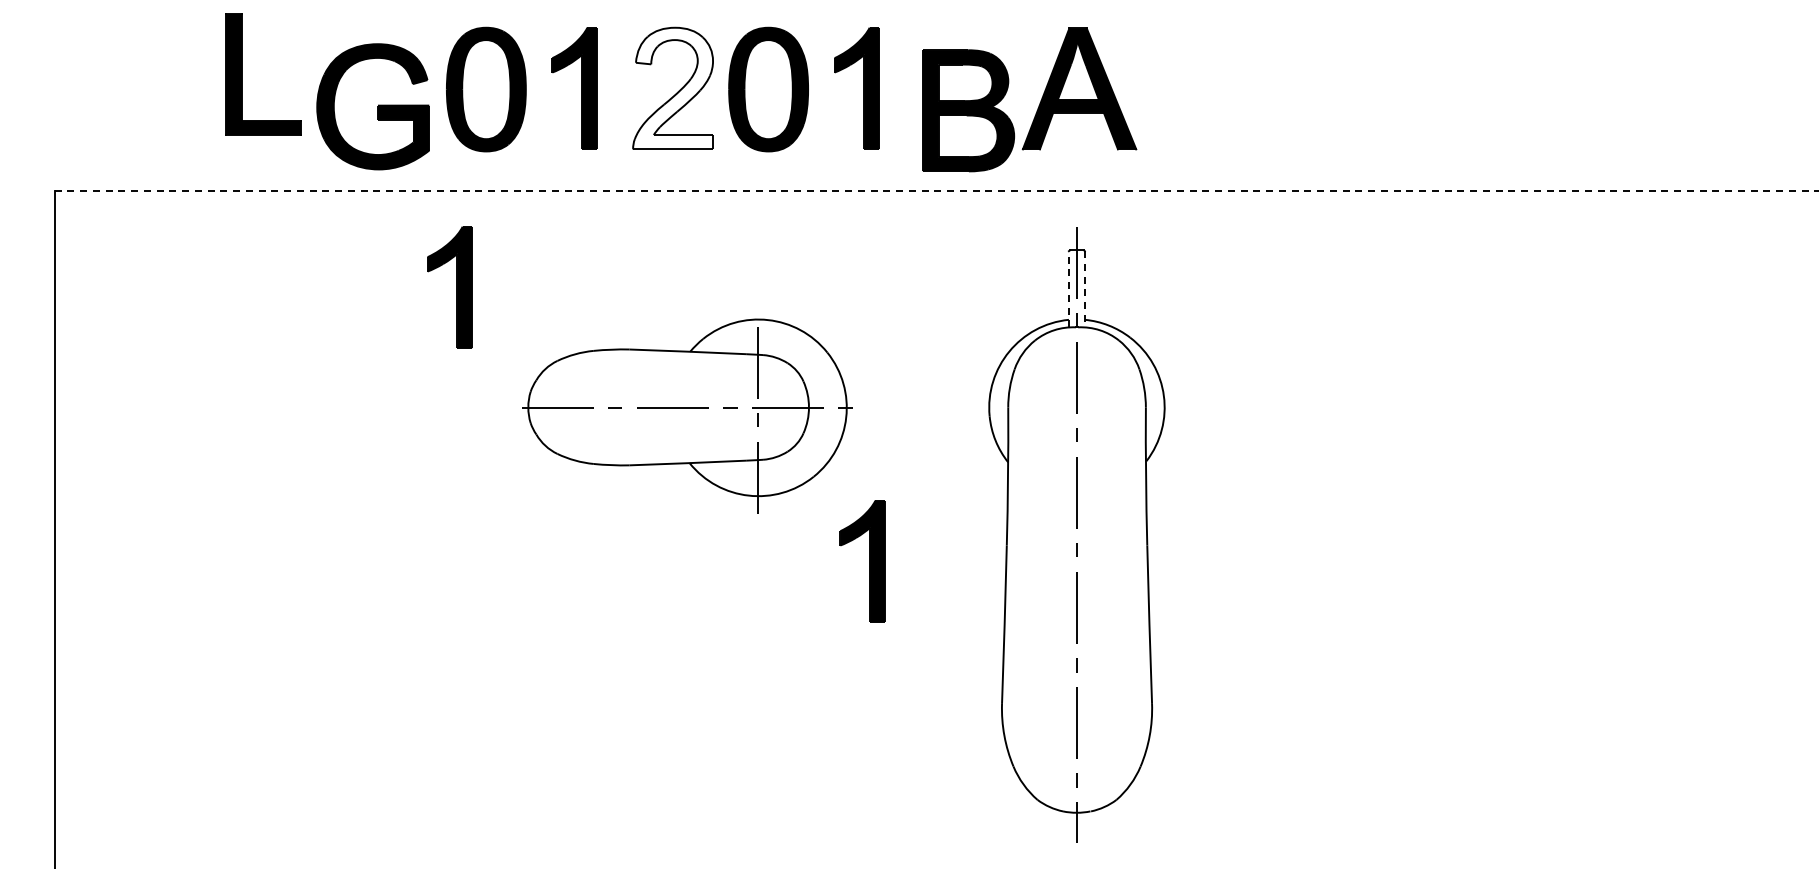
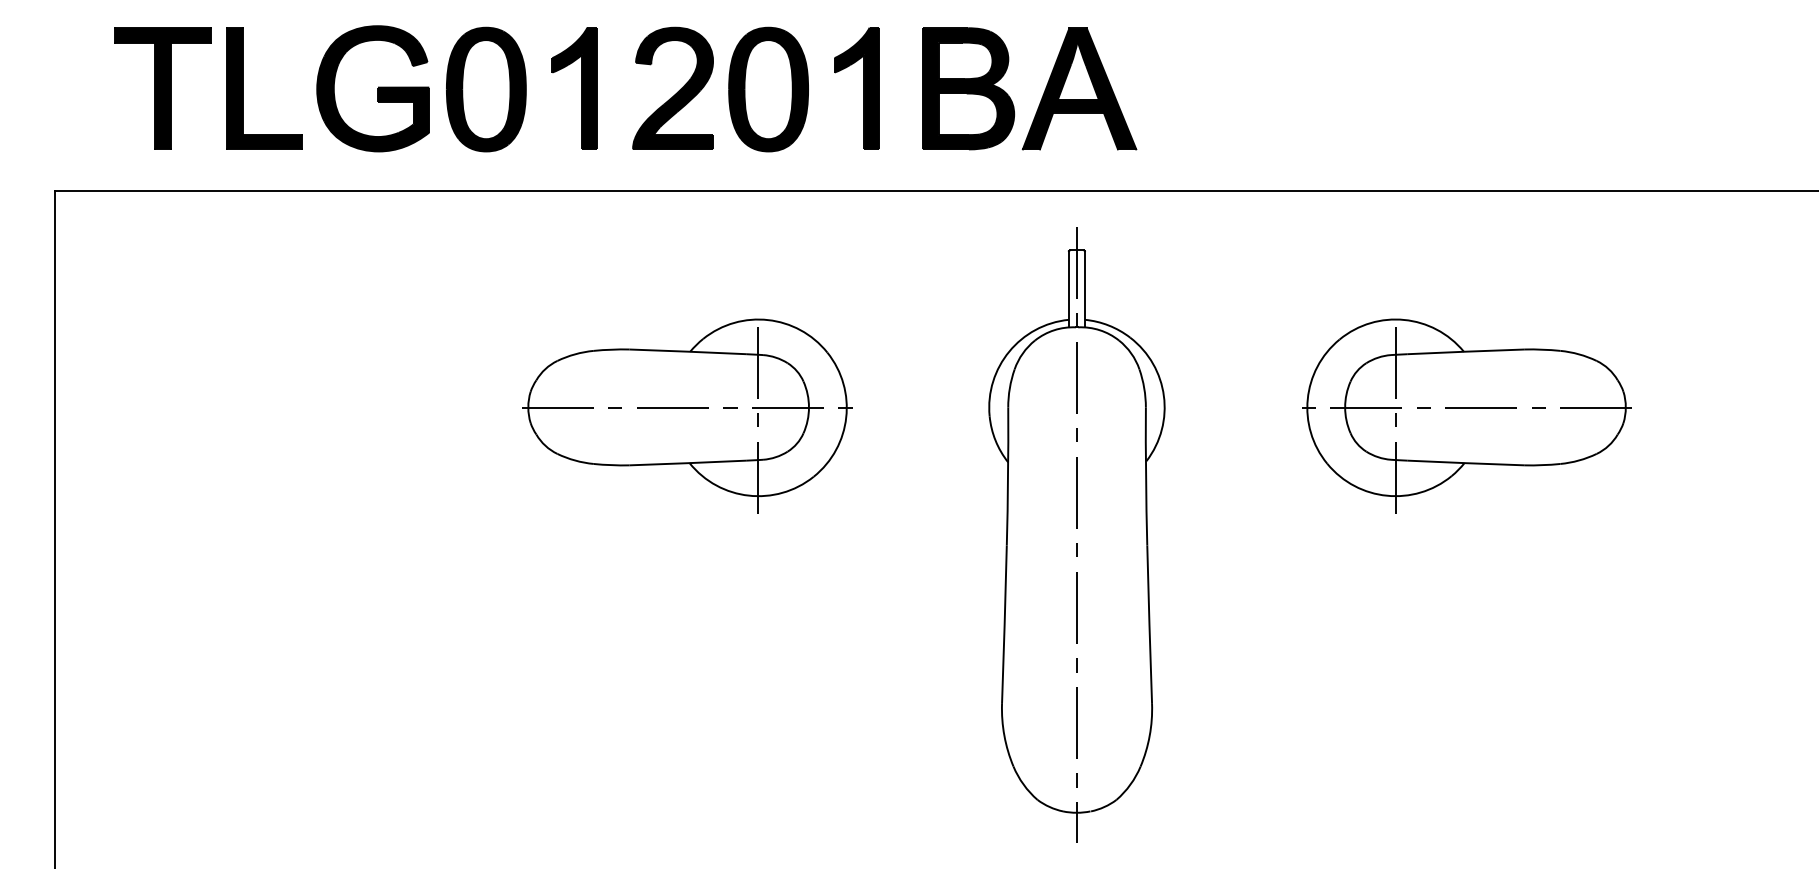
part at (242, 74) position: (242, 74) -> (243, 88)
part at (162, 88): none -> present
fill at (673, 88): none -> present
part at (372, 106) position: (372, 106) -> (372, 88)
part at (968, 110) position: (968, 110) -> (968, 88)
line at (936, 190): dashed -> solid
part at (456, 287): present -> none
line at (1068, 288): dashed -> solid
line at (1084, 289): dashed -> solid
part at (1466, 415): none -> present
part at (869, 561): present -> none
